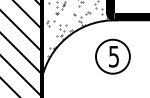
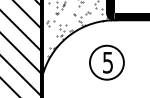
part at (112, 56) position: (112, 56) -> (106, 62)
